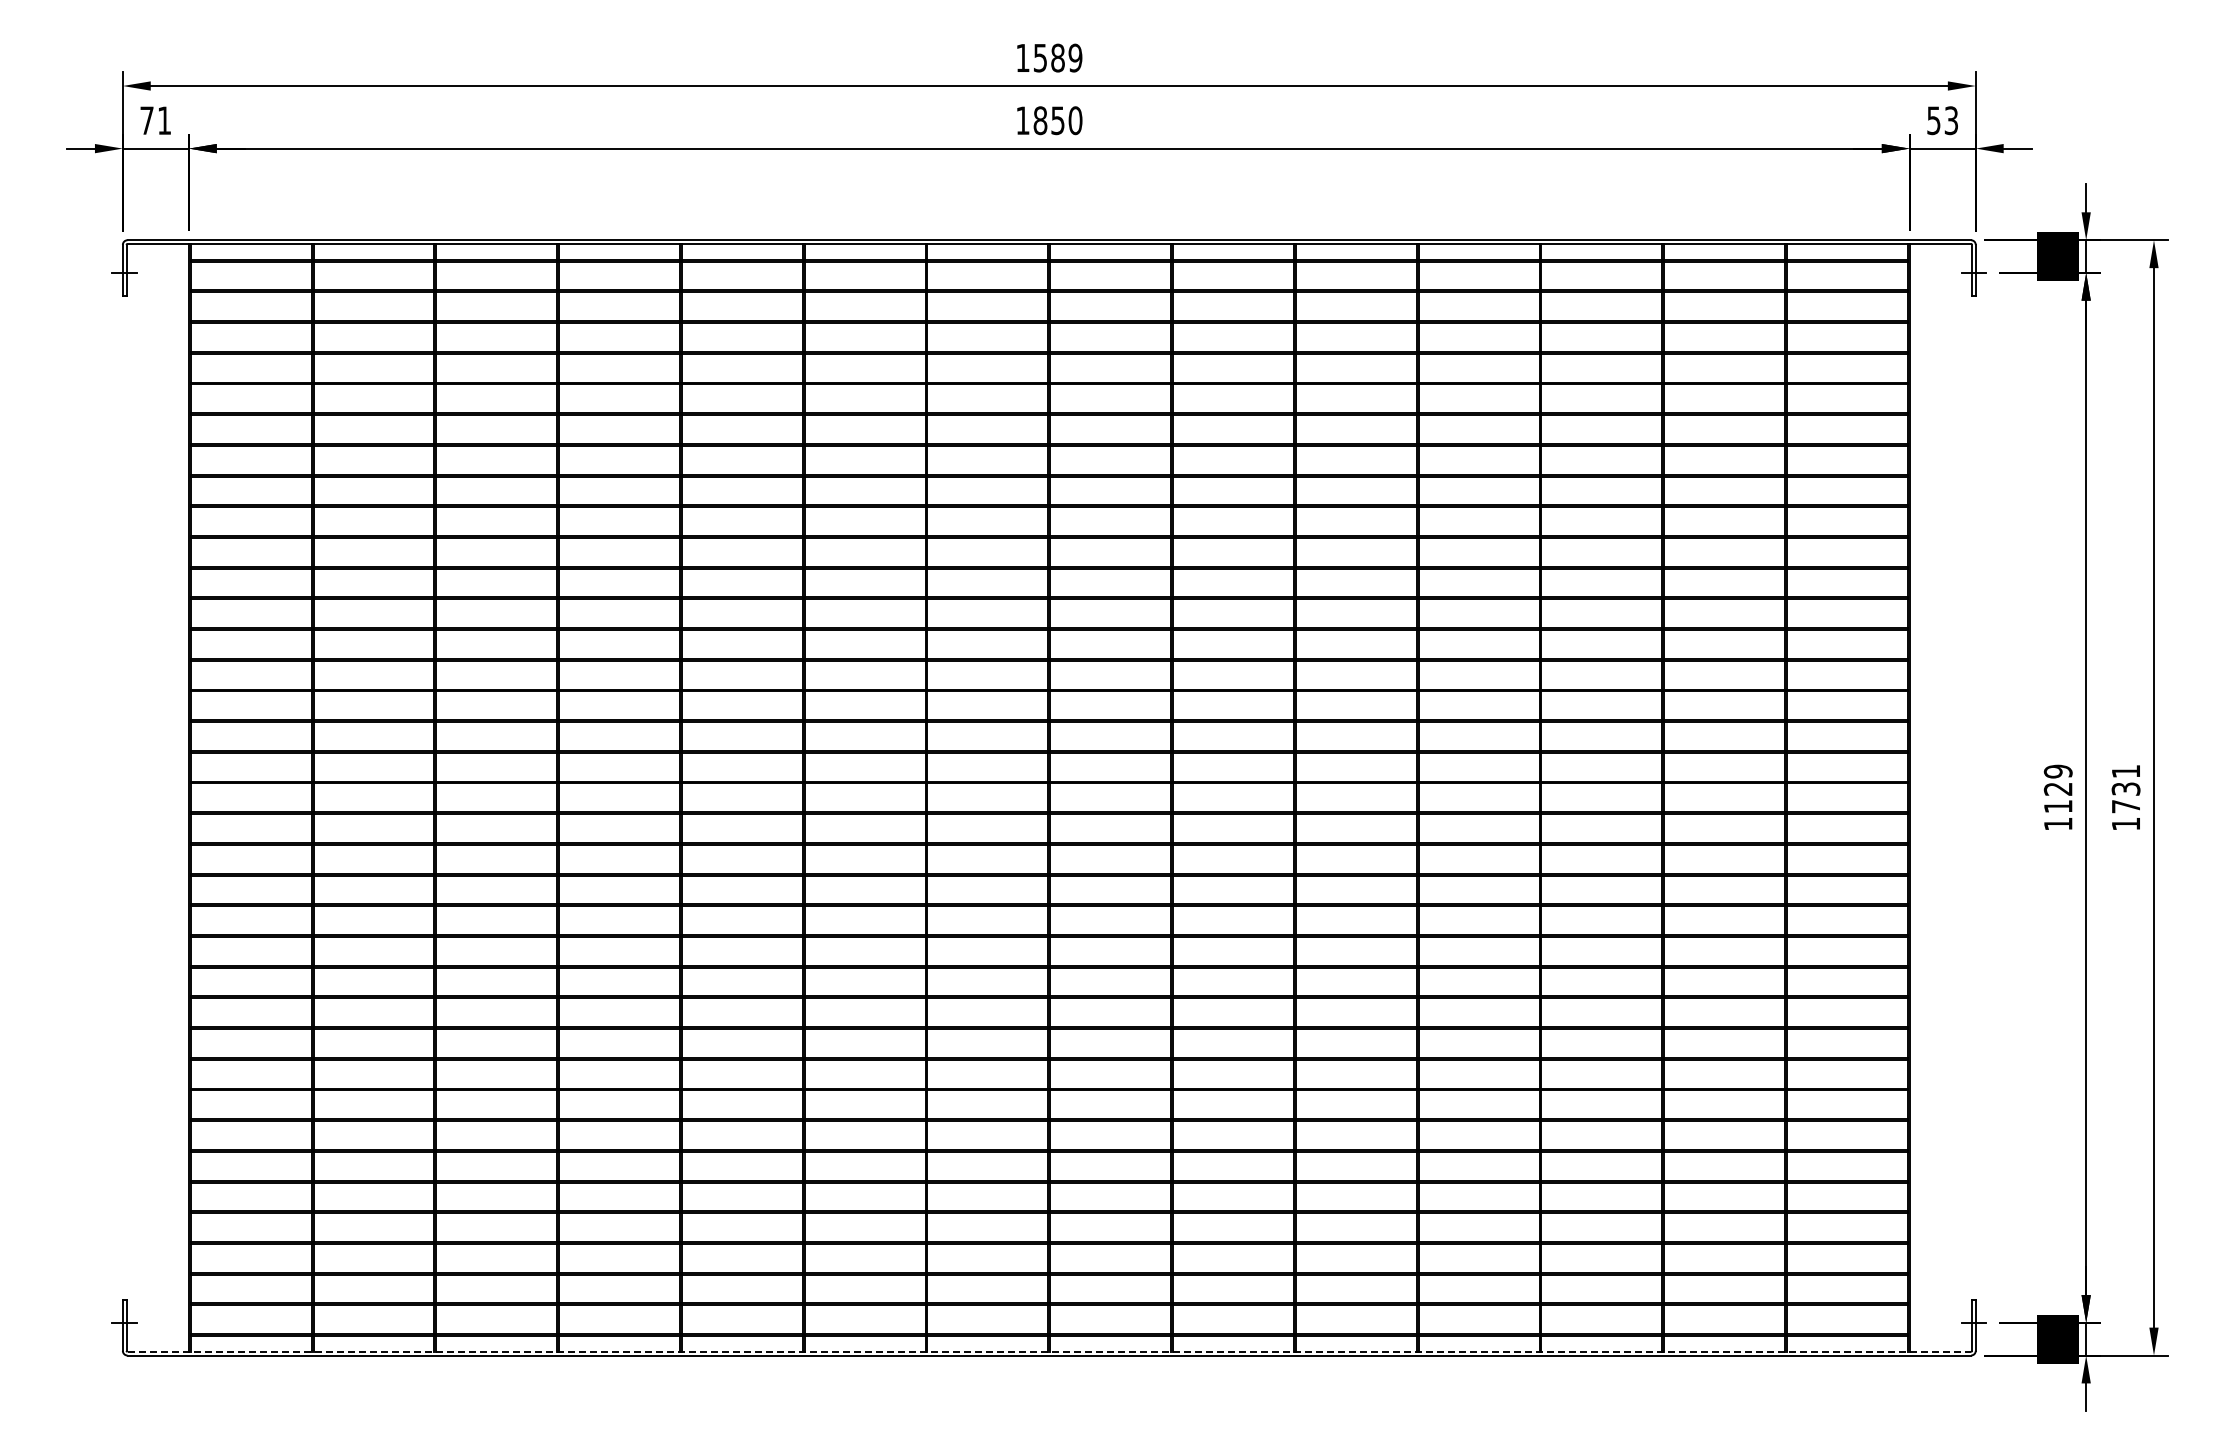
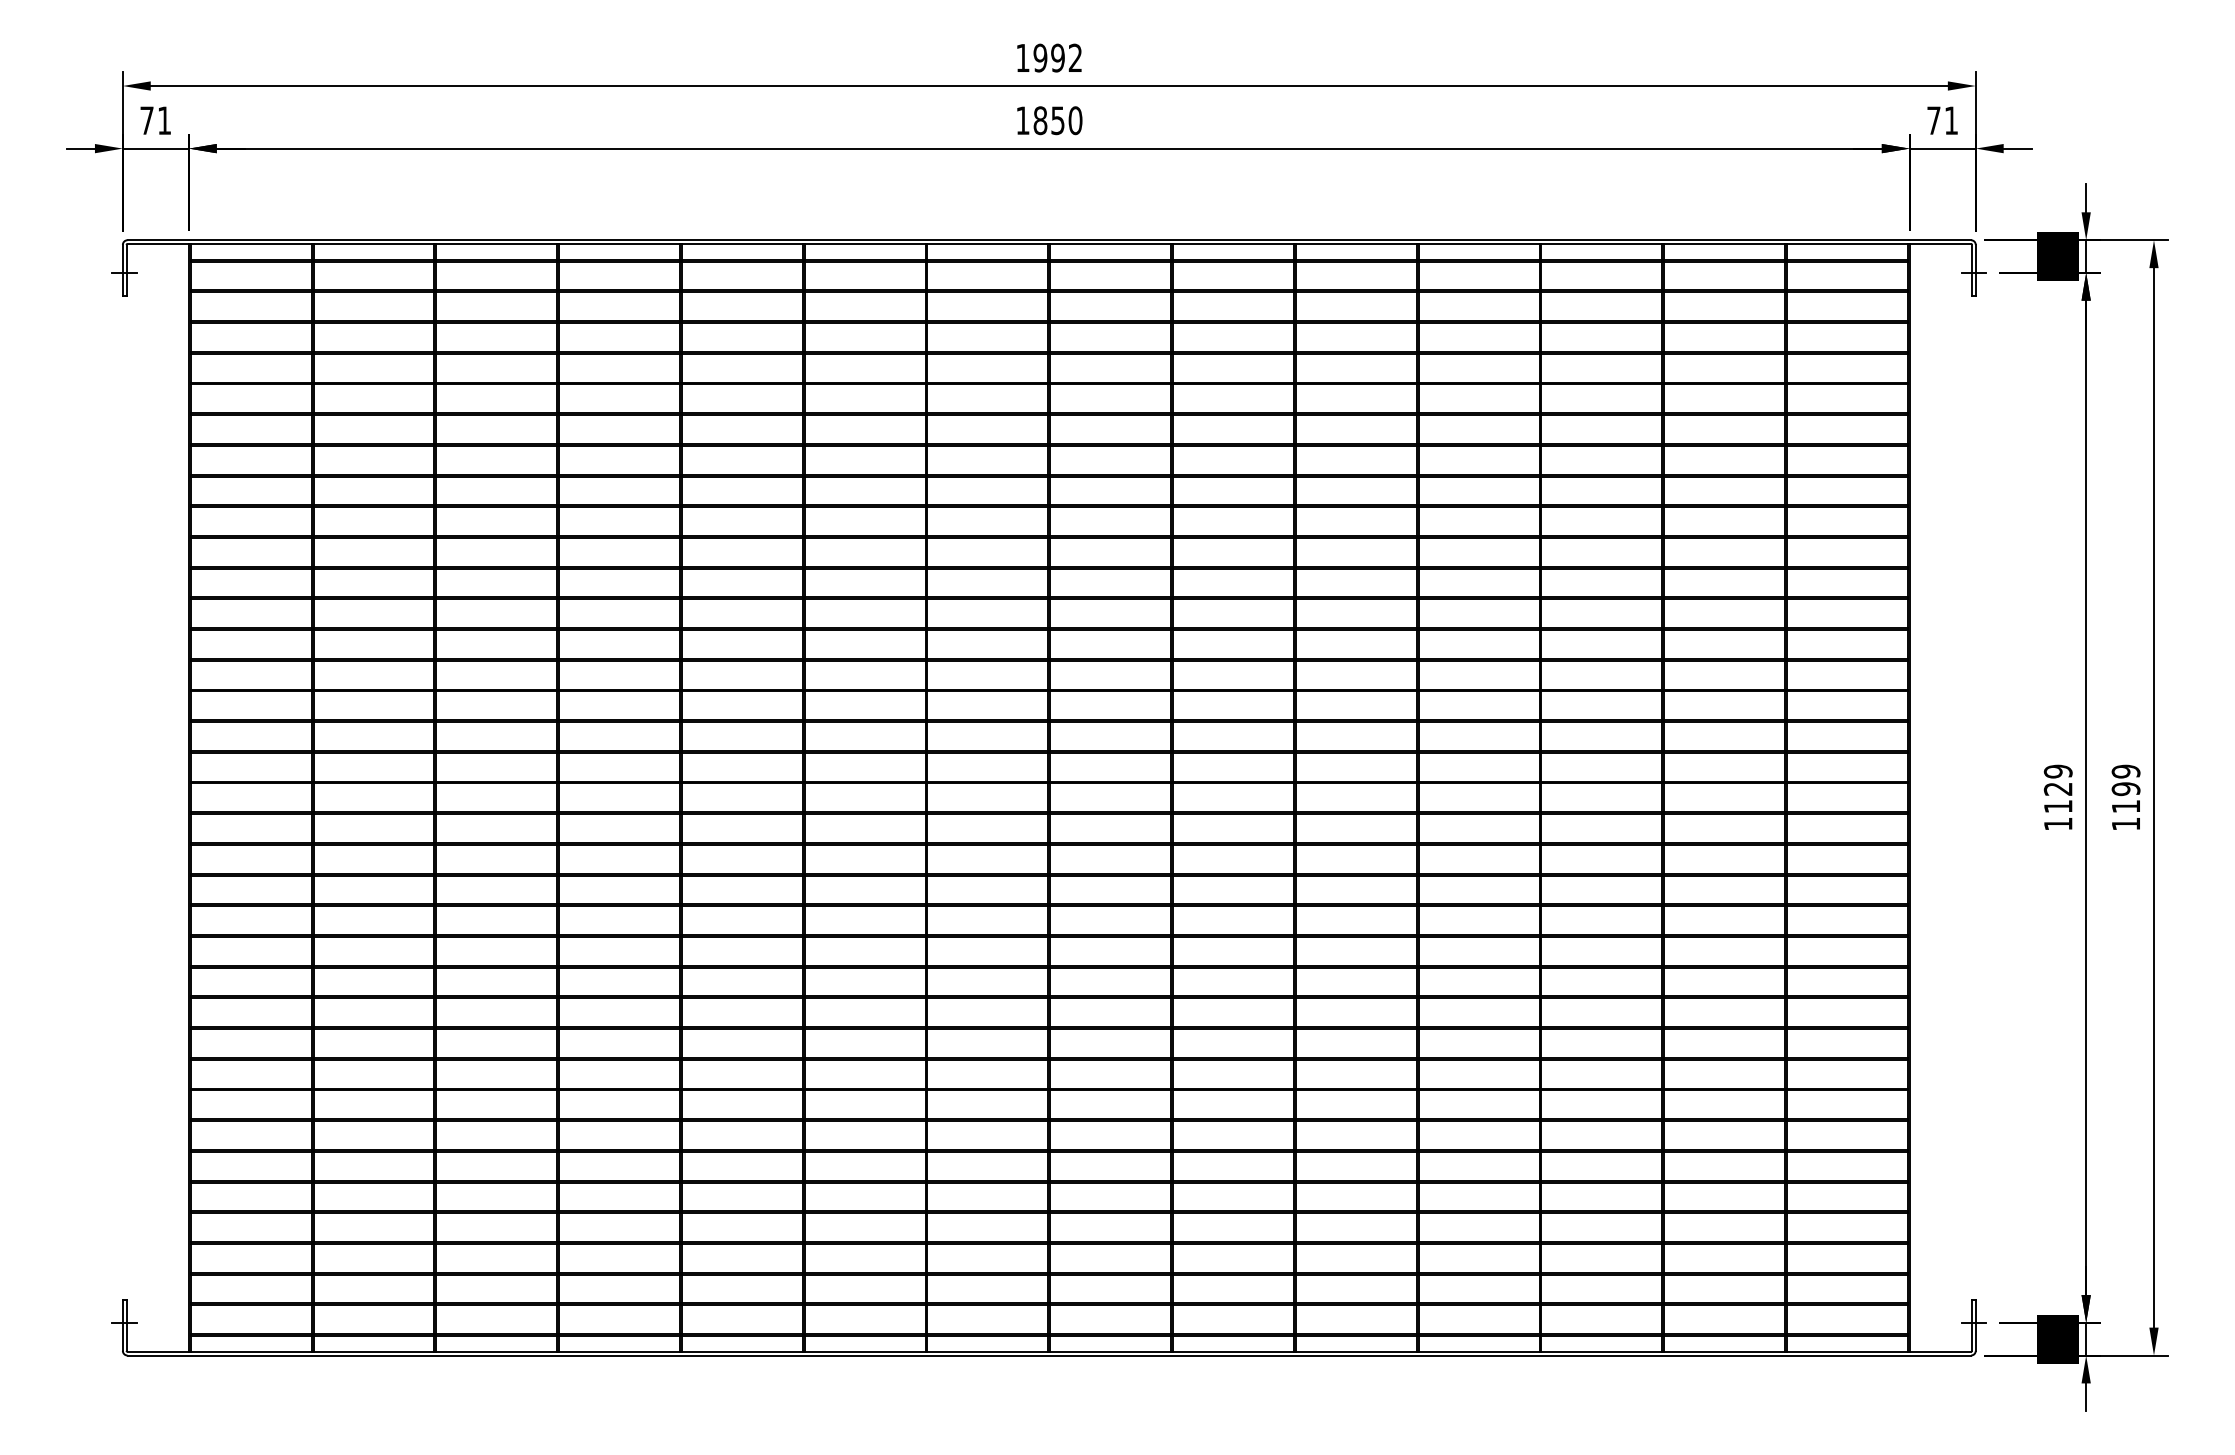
text at (1057, 57): 1589 -> 1992
text at (1942, 120): 53 -> 71
text at (2125, 788): 1731 -> 1199
line at (1049, 1351): dashed -> solid
